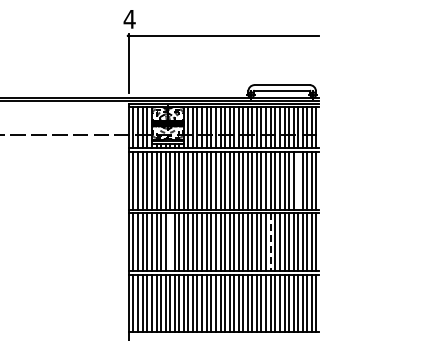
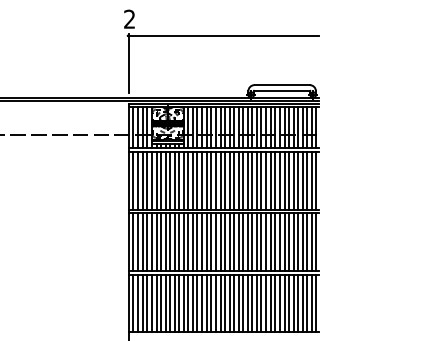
text at (129, 18): 4 -> 2
line at (298, 180): none -> present
line at (170, 242): none -> present
line at (270, 242): dashed -> solid
